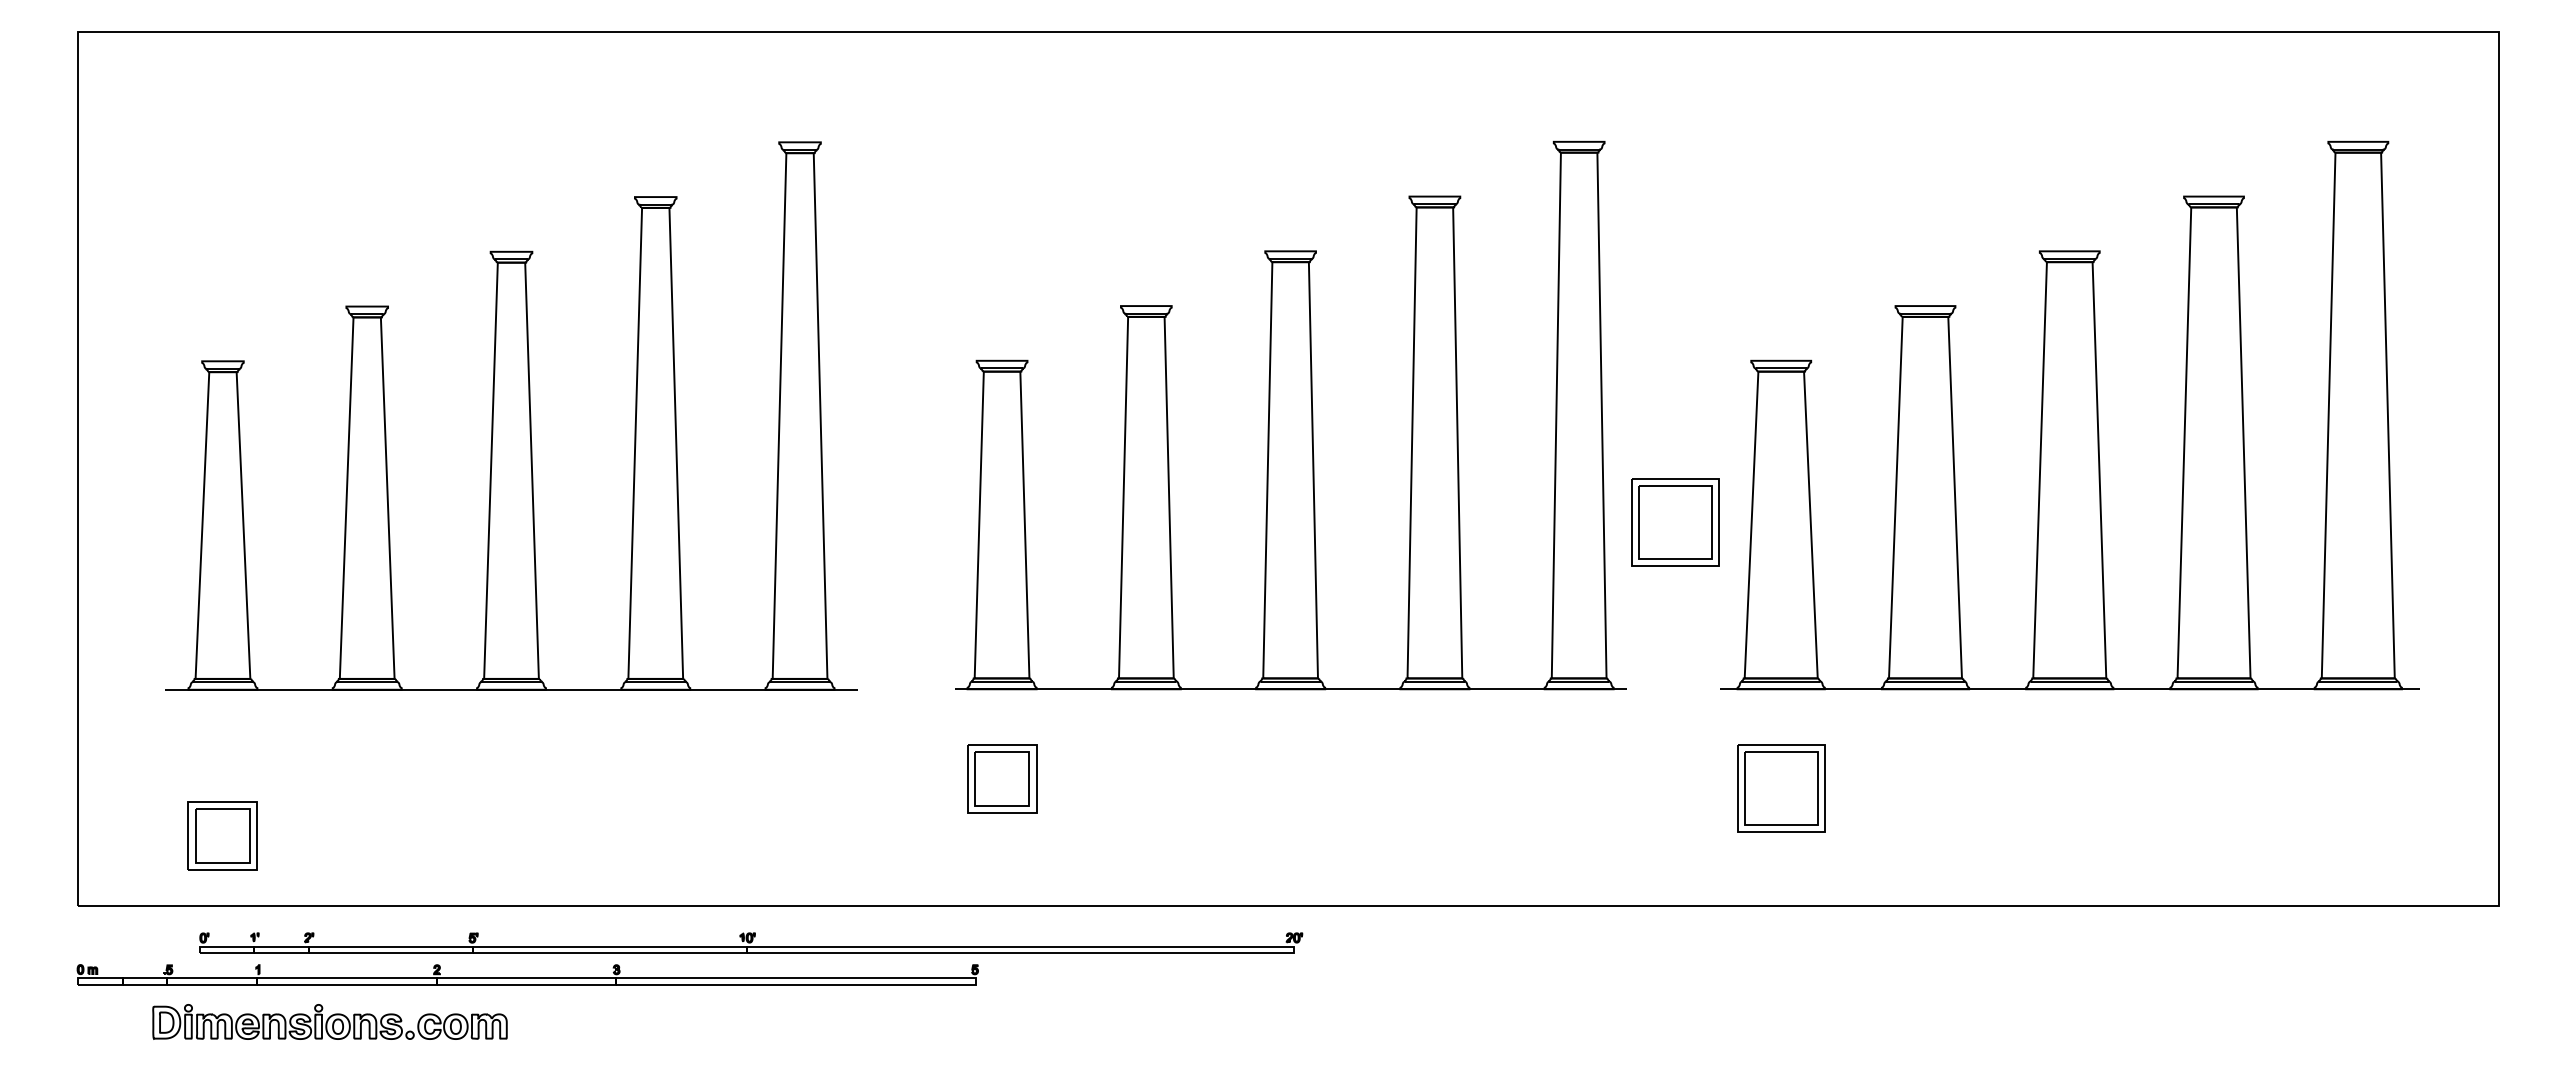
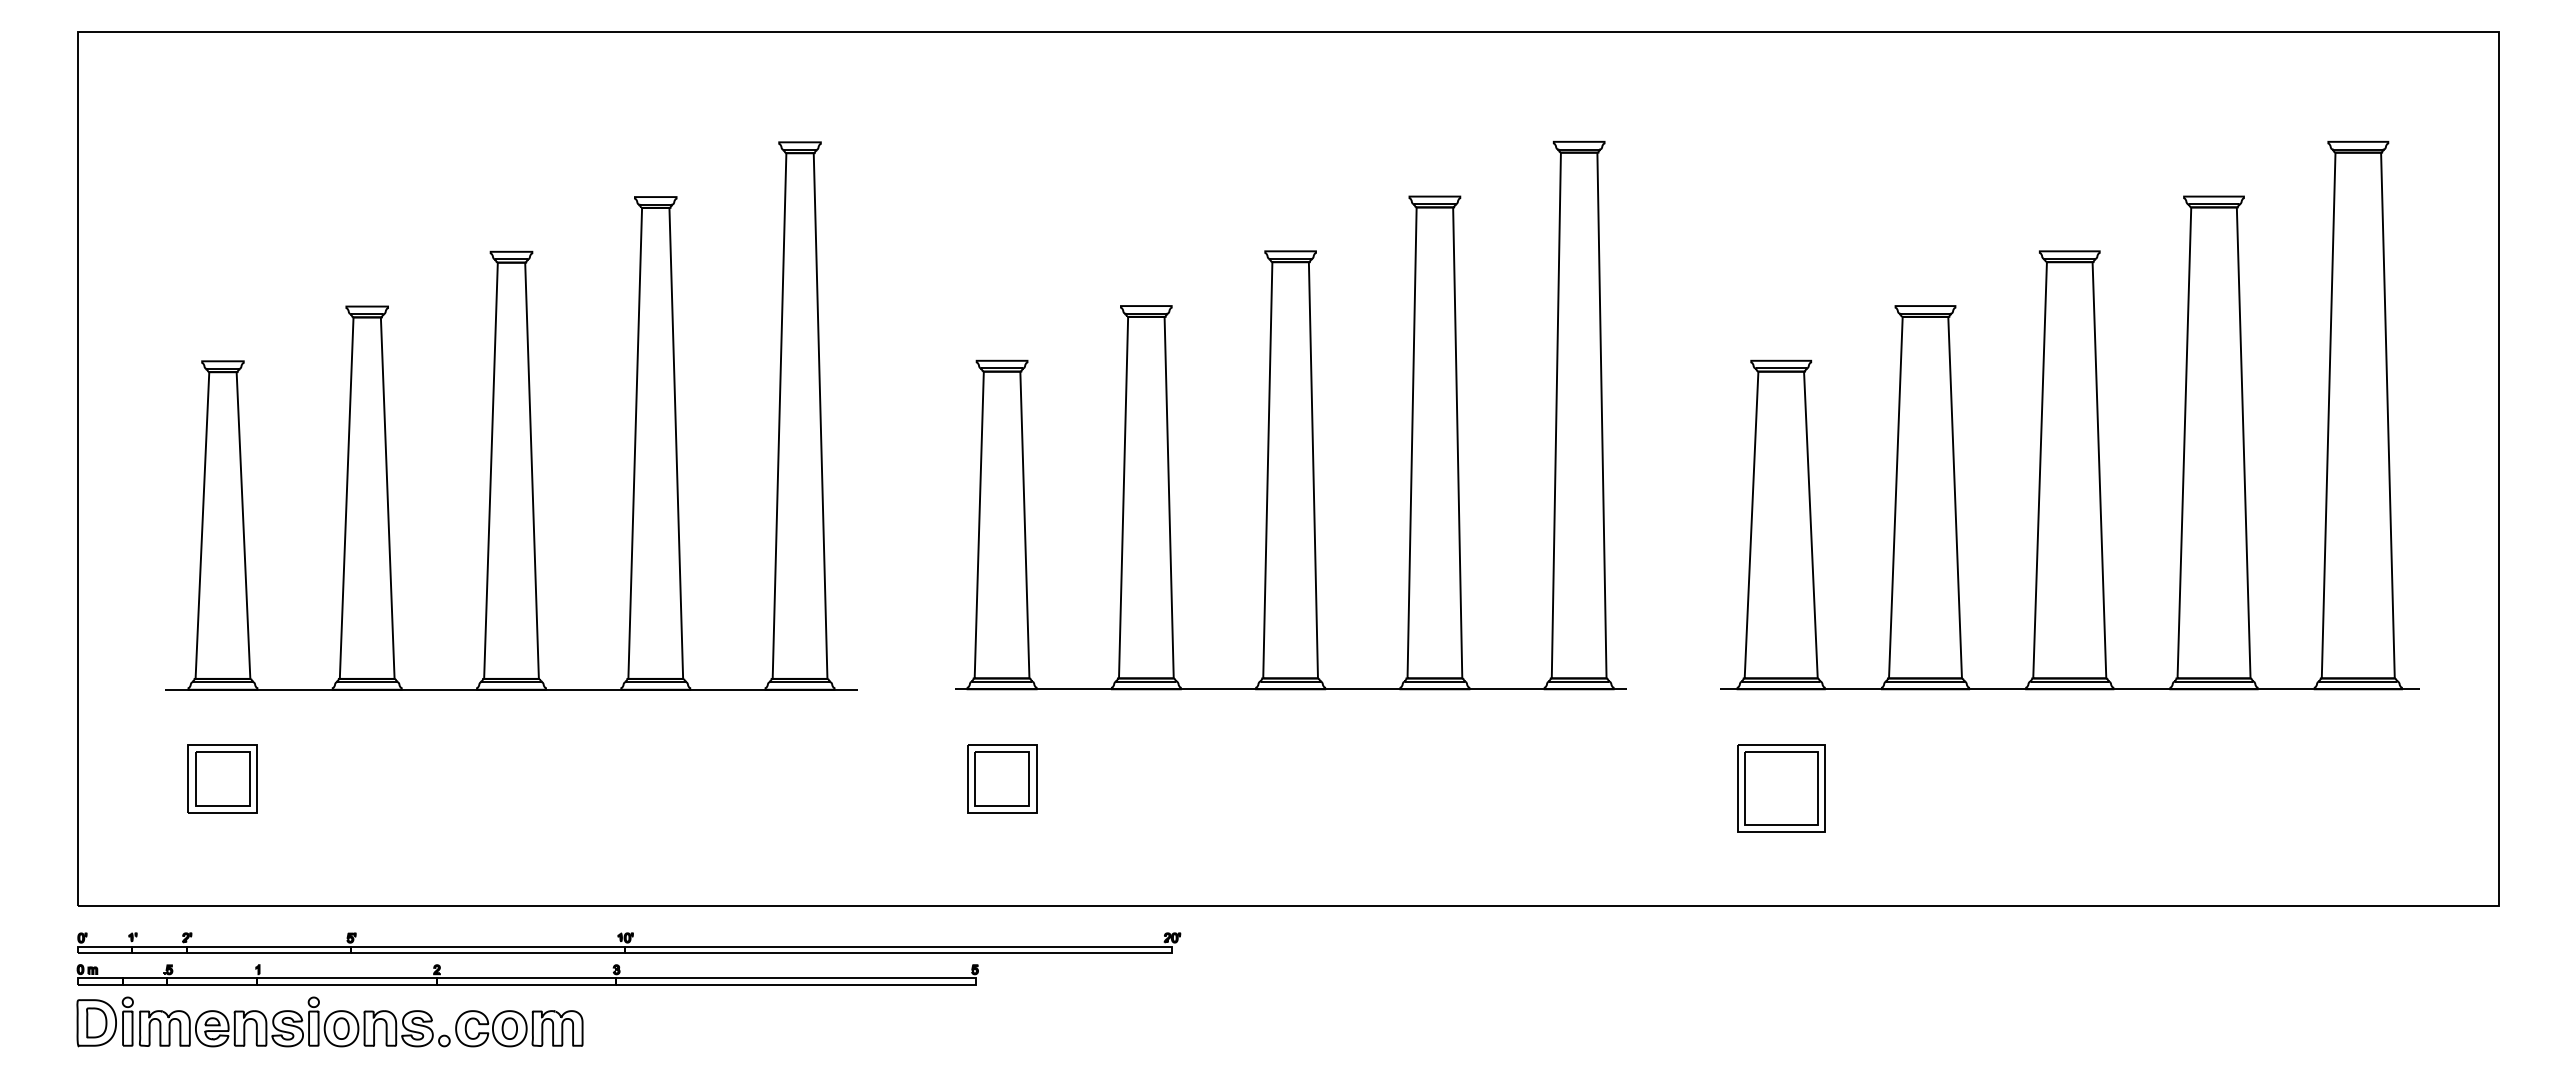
part at (1675, 522): present -> none
part at (222, 835) position: (222, 835) -> (222, 778)
part at (751, 942) position: (751, 942) -> (629, 942)
part at (329, 1021) size: 356x36 px -> 508x52 px
